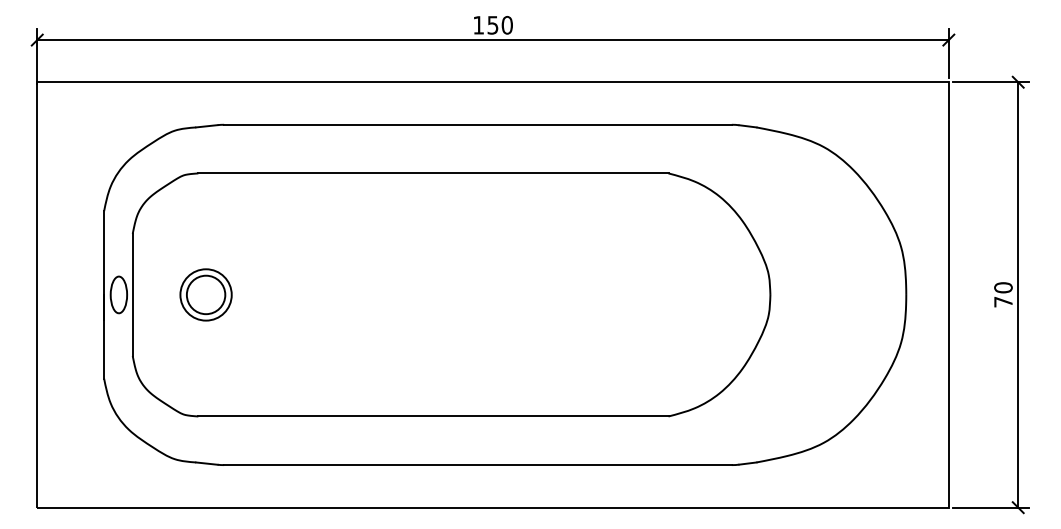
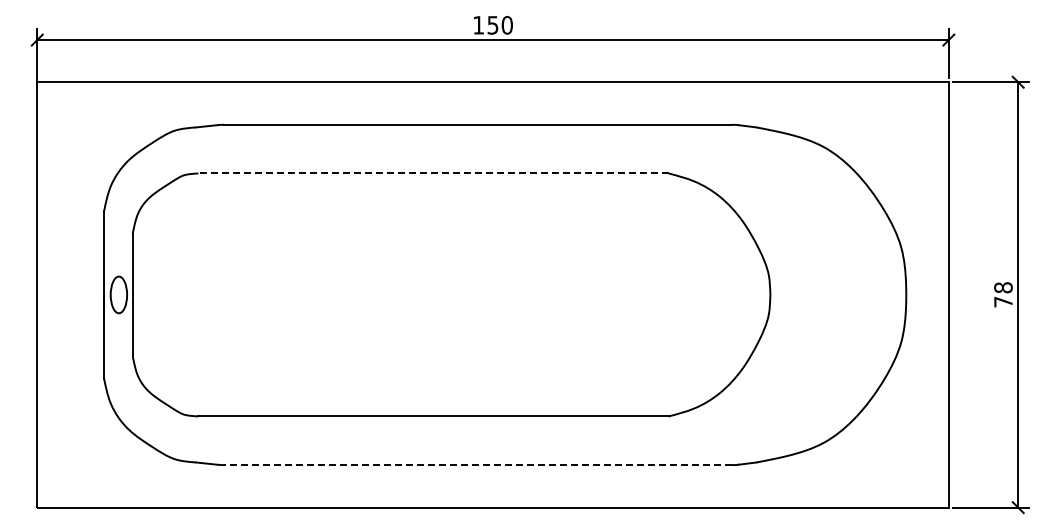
line at (432, 173): solid -> dashed
text at (1003, 287): 70 -> 78
part at (205, 294): present -> none
line at (477, 465): solid -> dashed
